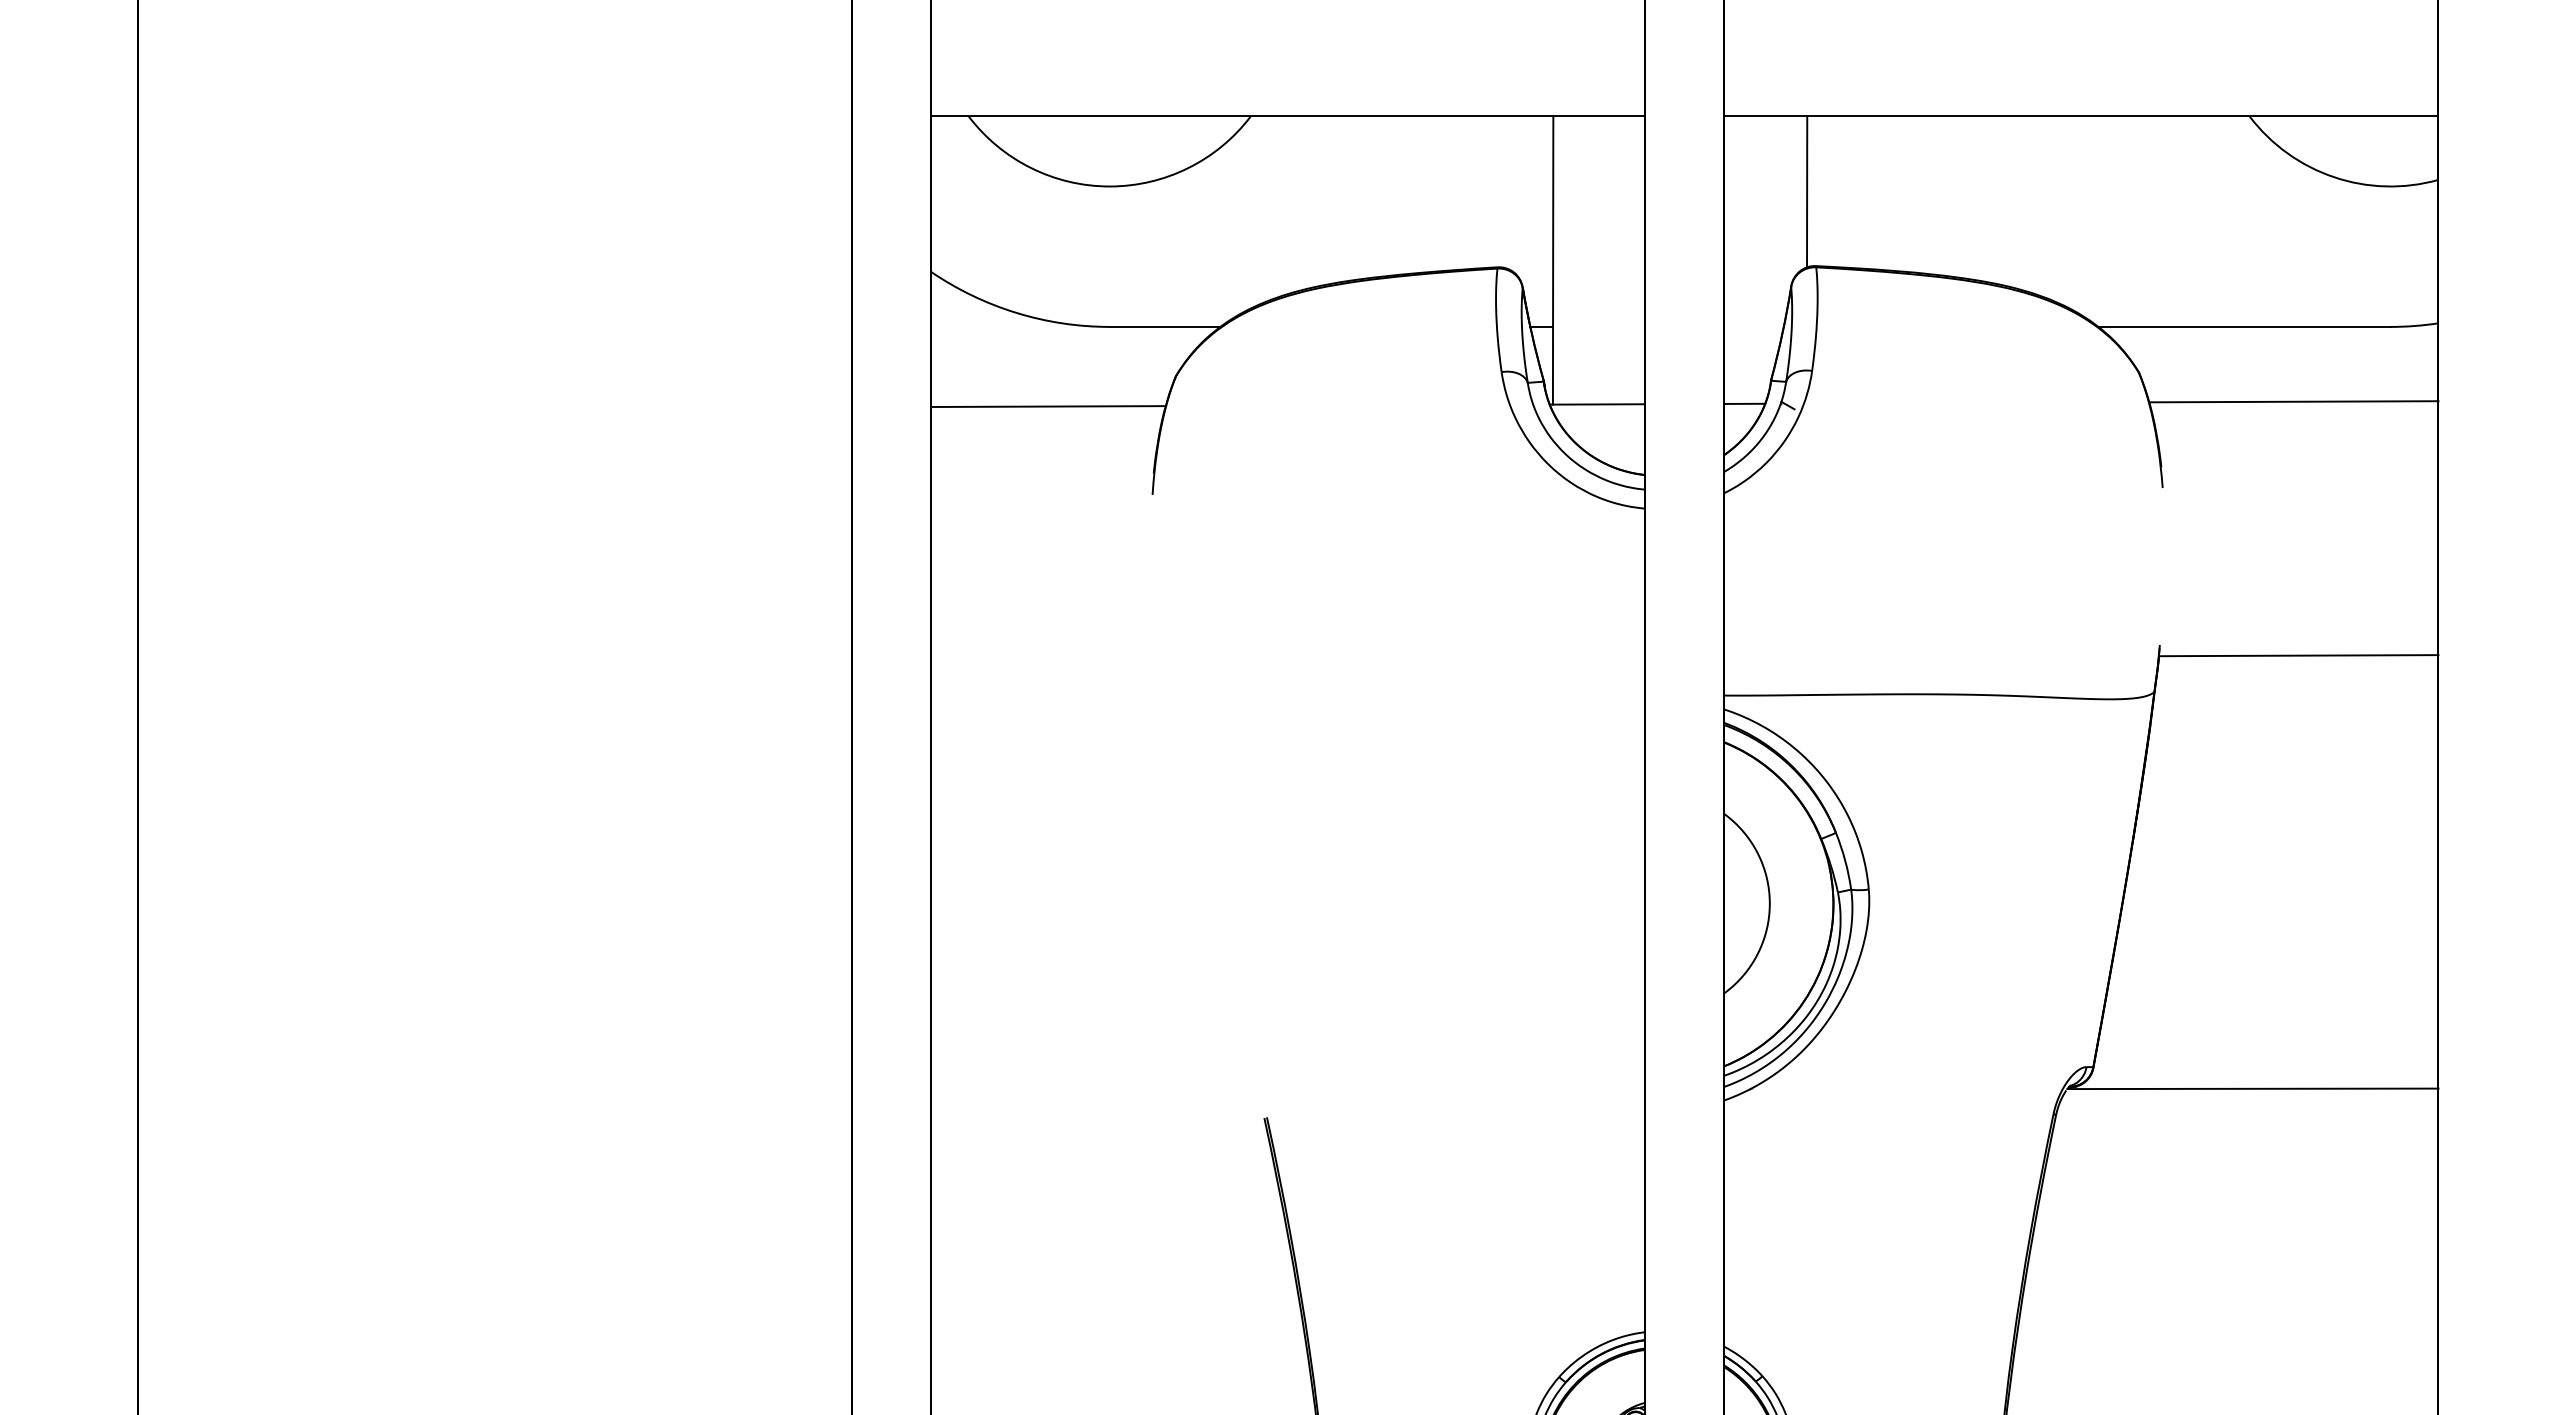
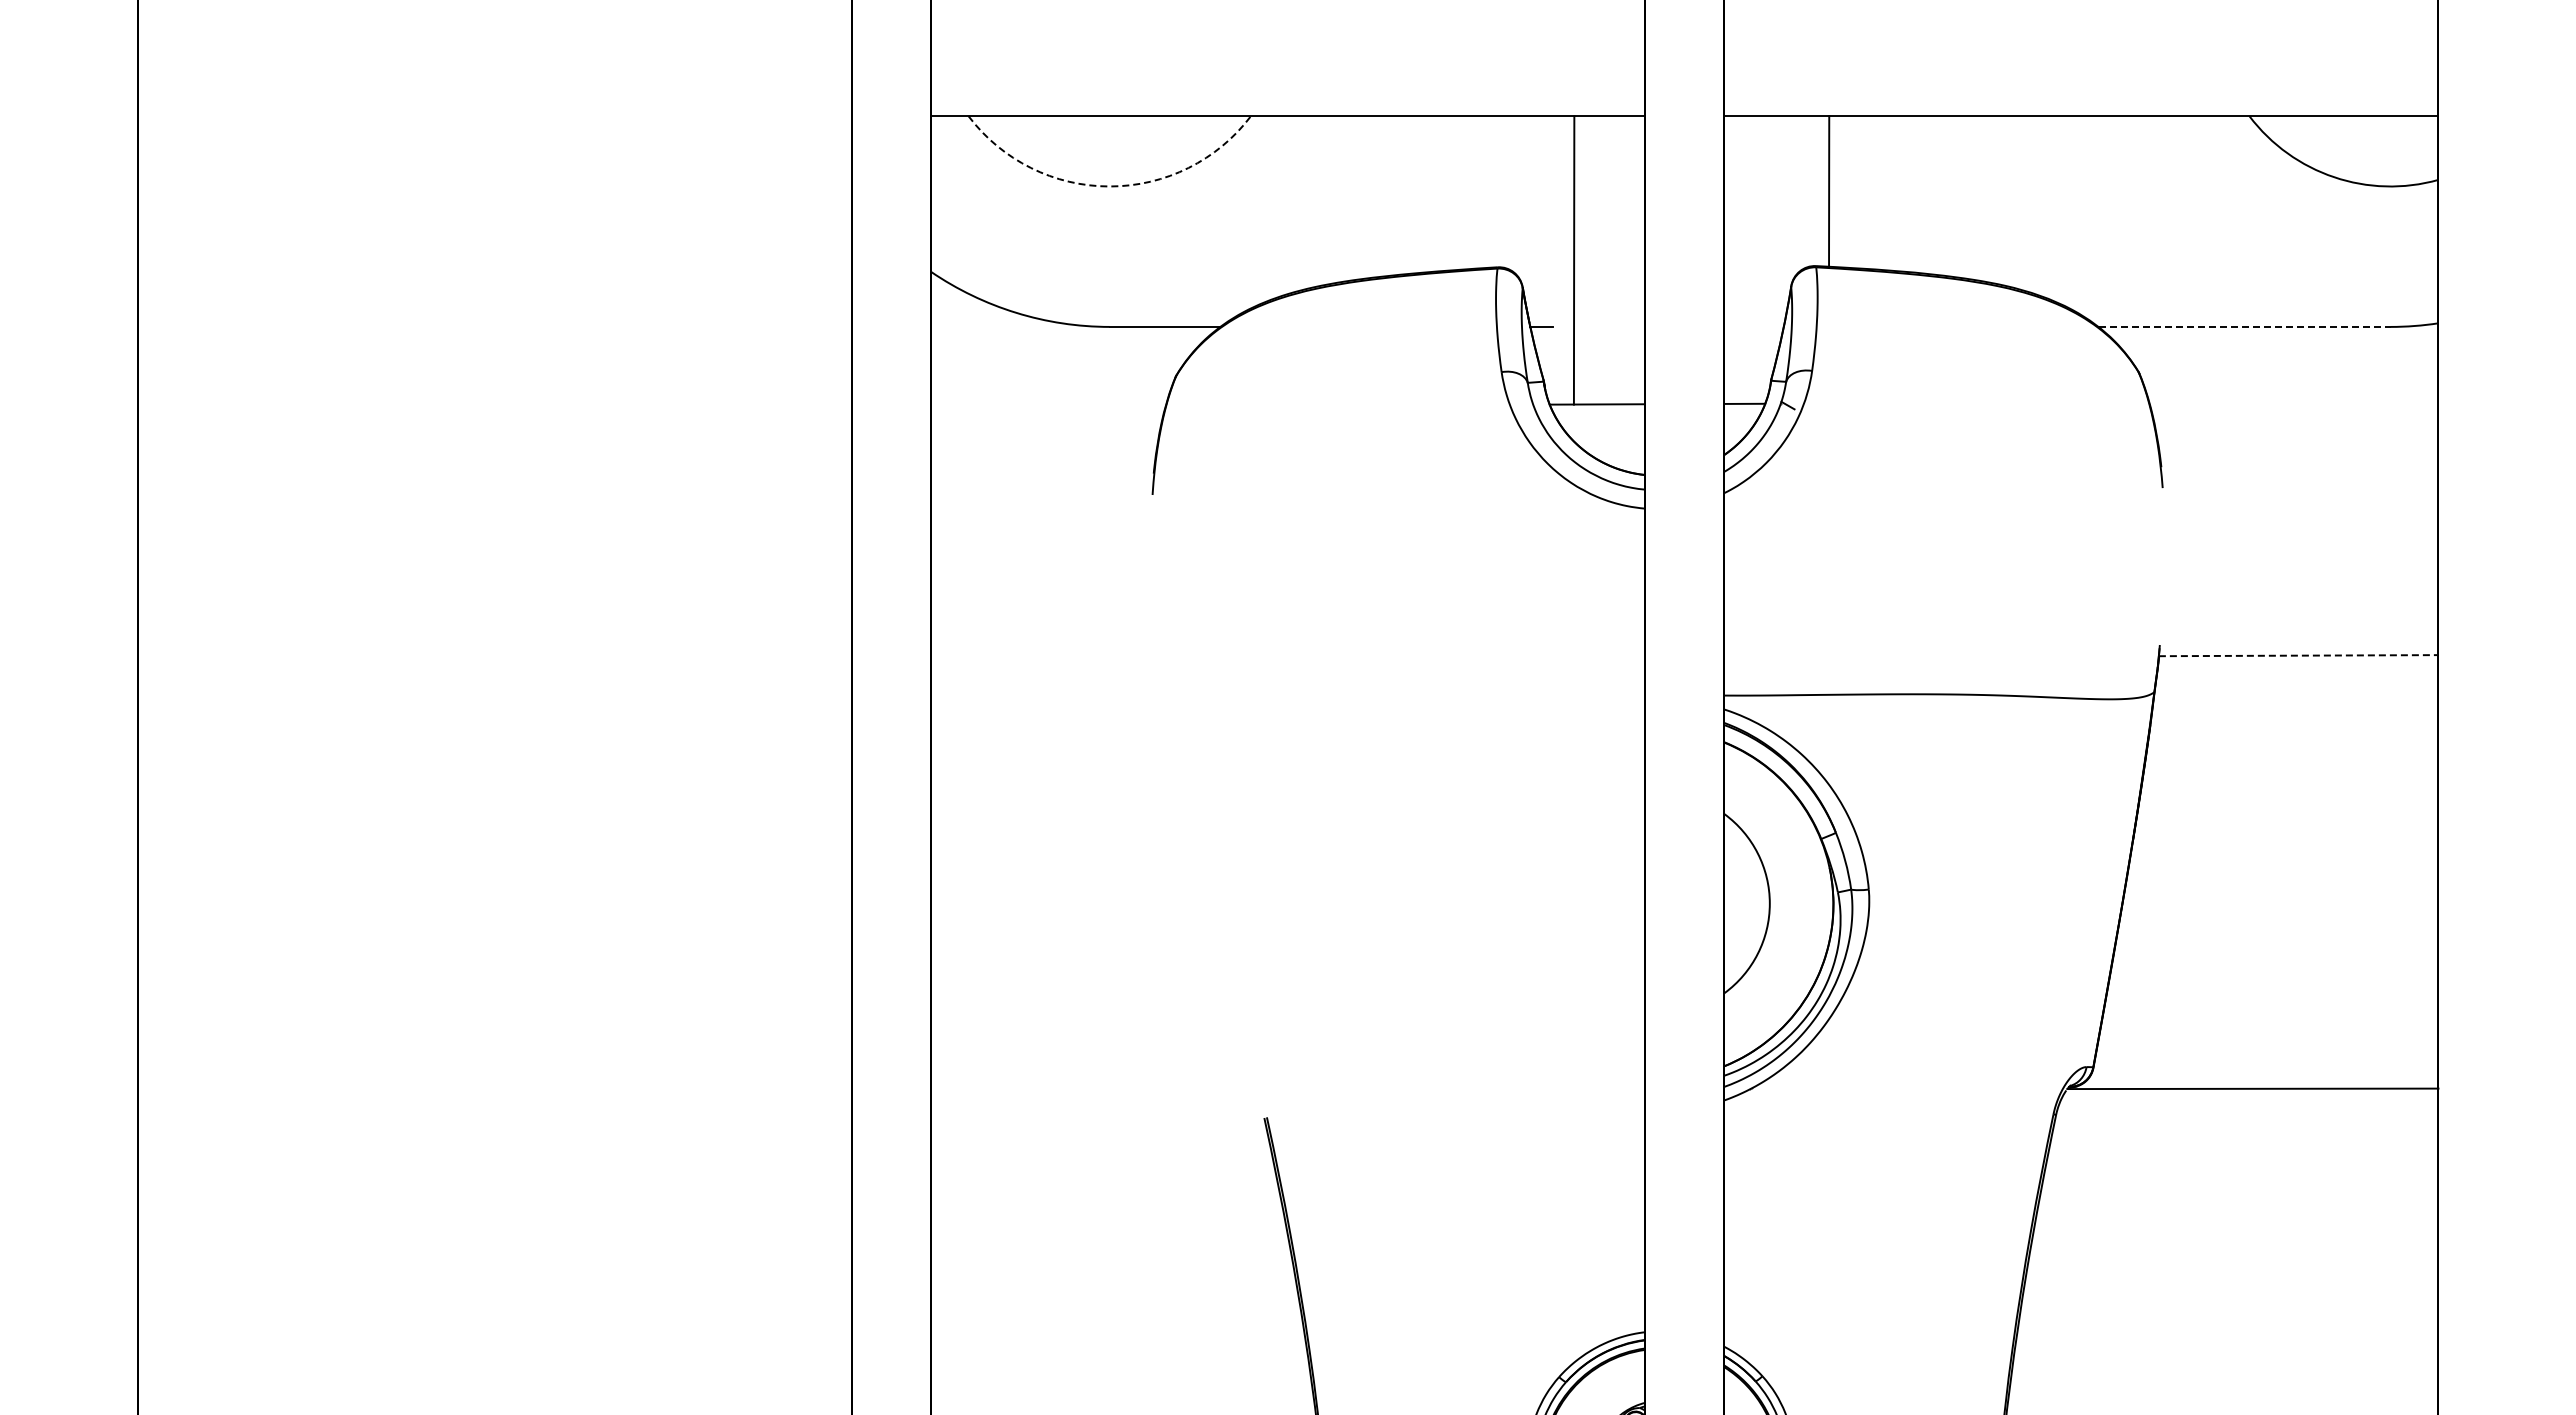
arc at (1109, 186): solid -> dashed
line at (1807, 191) position: (1807, 191) -> (1829, 191)
line at (1552, 260) position: (1552, 260) -> (1573, 260)
line at (2245, 326): solid -> dashed
line at (2293, 401): present -> none
line at (1047, 406): present -> none
line at (2298, 655): solid -> dashed
